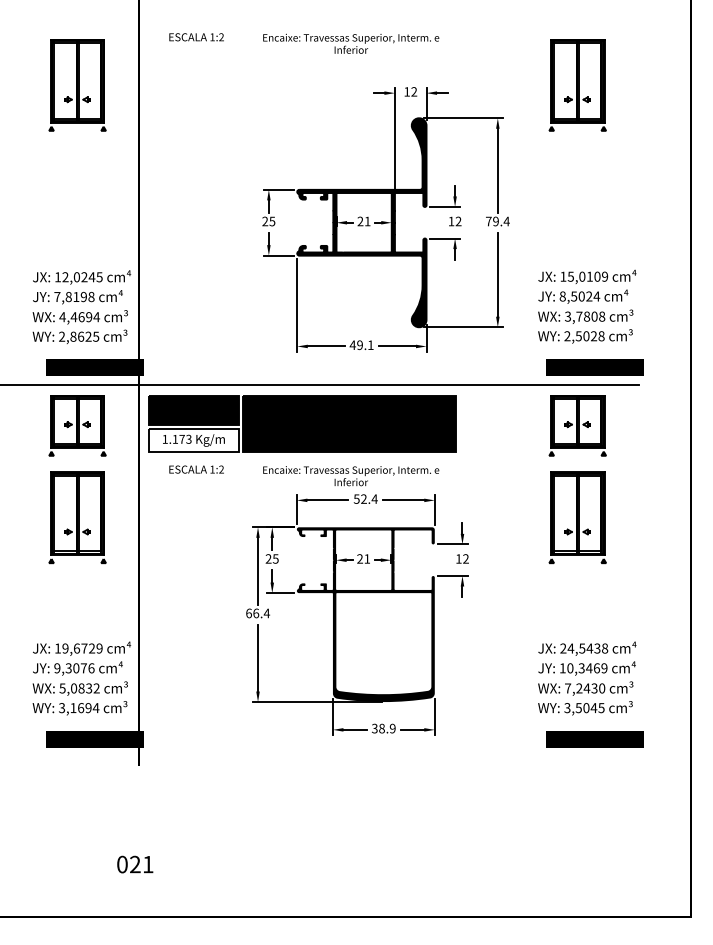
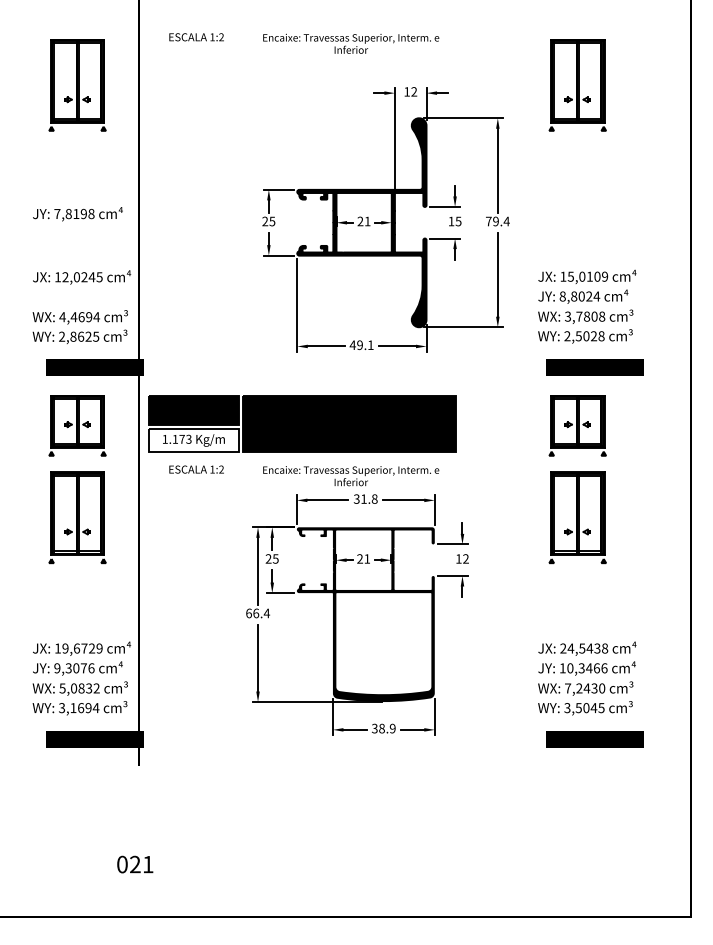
text at (458, 221): 12 -> 15
text at (574, 296): 8,5024 -> 8,8024
text at (77, 297) position: (77, 297) -> (77, 214)
line at (320, 385): present -> none
text at (365, 498): 52.4 -> 31.8
text at (604, 668): 10,3469 -> 10,3466
